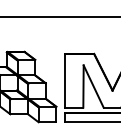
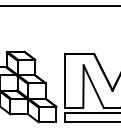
line at (59, 17) position: (59, 17) -> (59, 6)
